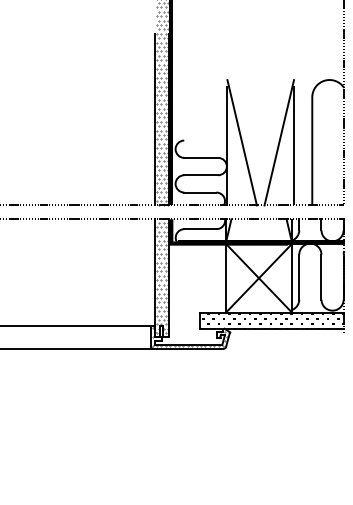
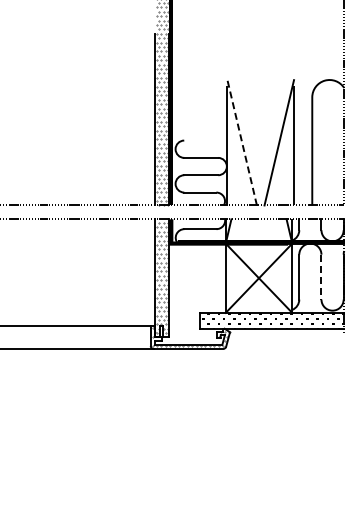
line at (242, 142): solid -> dashed
line at (321, 277): solid -> dashed
